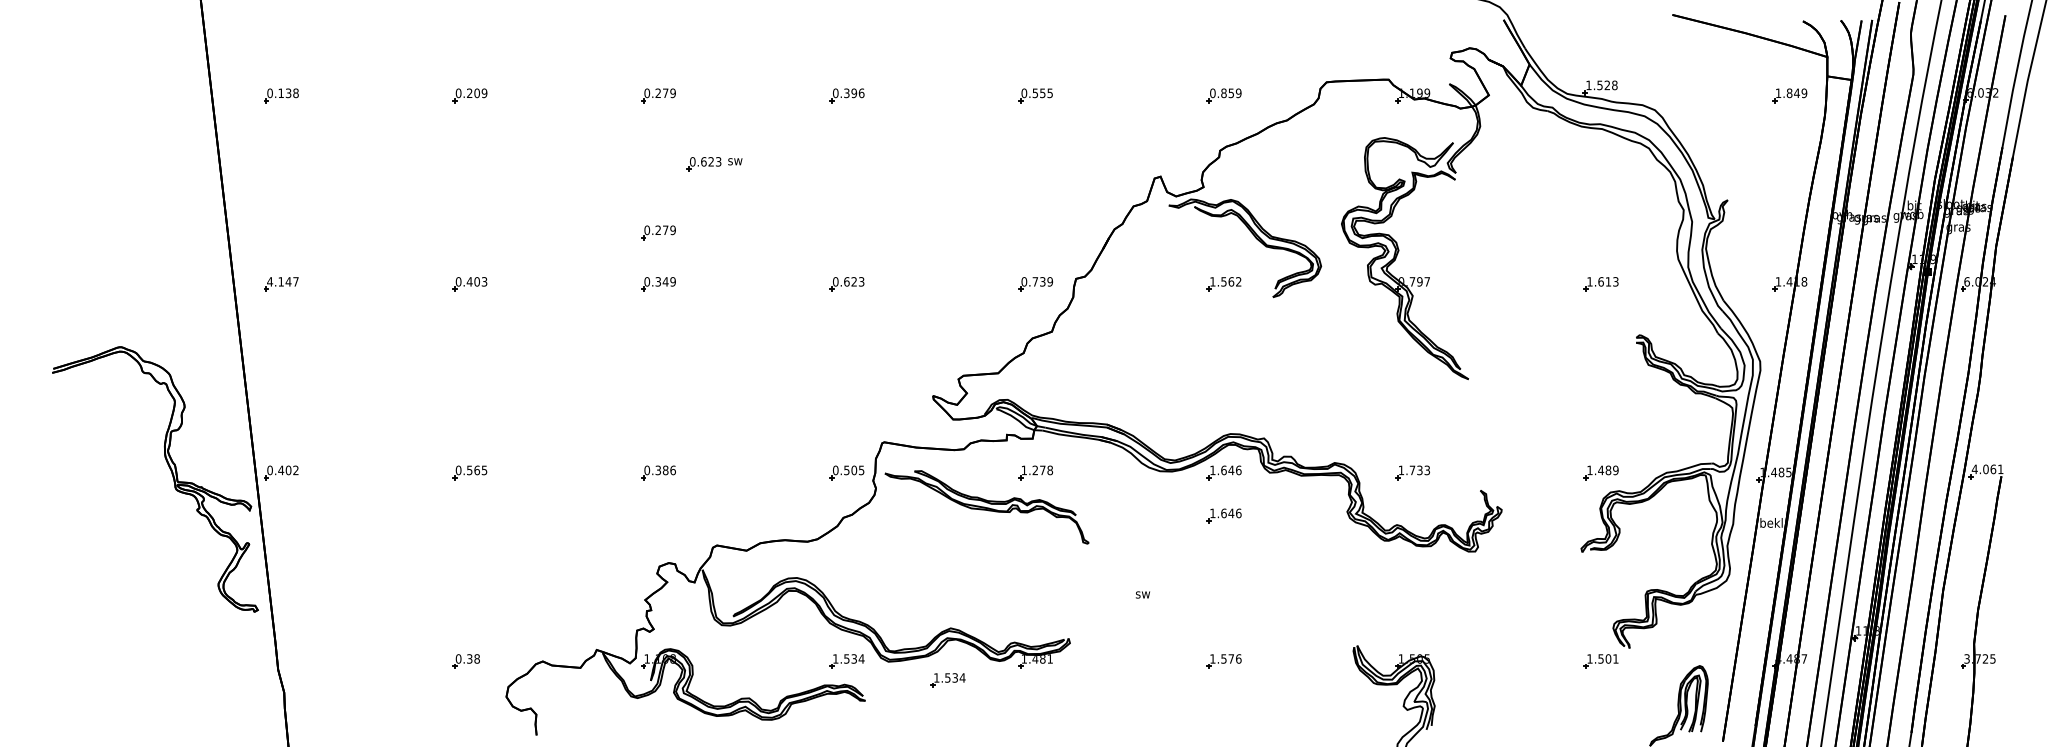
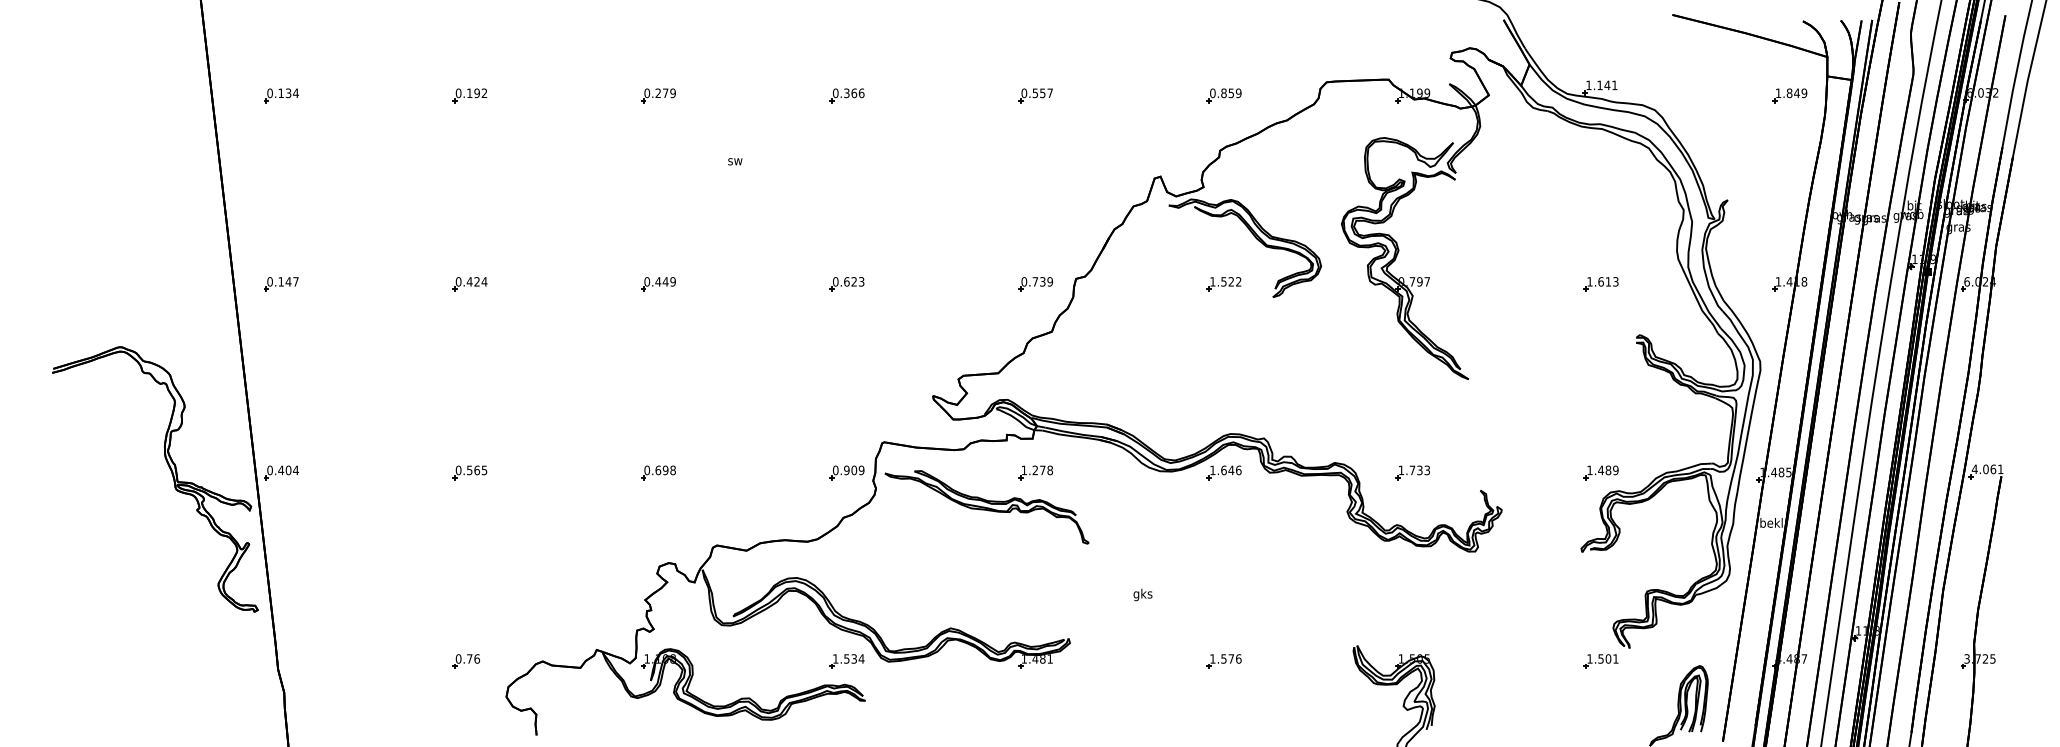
text at (1607, 85): 1.528 -> 1.141
text at (295, 93): 0.138 -> 0.134
text at (477, 93): 0.209 -> 0.192
text at (854, 93): 0.396 -> 0.366
text at (1049, 93): 0.555 -> 0.557
part at (703, 164): present -> none
part at (658, 232): present -> none
text at (270, 281): 4.147 -> 0.147
text at (480, 281): 0.403 -> 0.424
text at (658, 281): 0.349 -> 0.449
text at (1231, 281): 1.562 -> 1.522
text at (854, 469): 0.505 -> 0.909
text at (295, 470): 0.402 -> 0.404
text at (665, 470): 0.386 -> 0.698
part at (1223, 515): present -> none
text at (1142, 594): sw -> gks
text at (473, 658): 0.38 -> 0.76
part at (947, 680): present -> none
